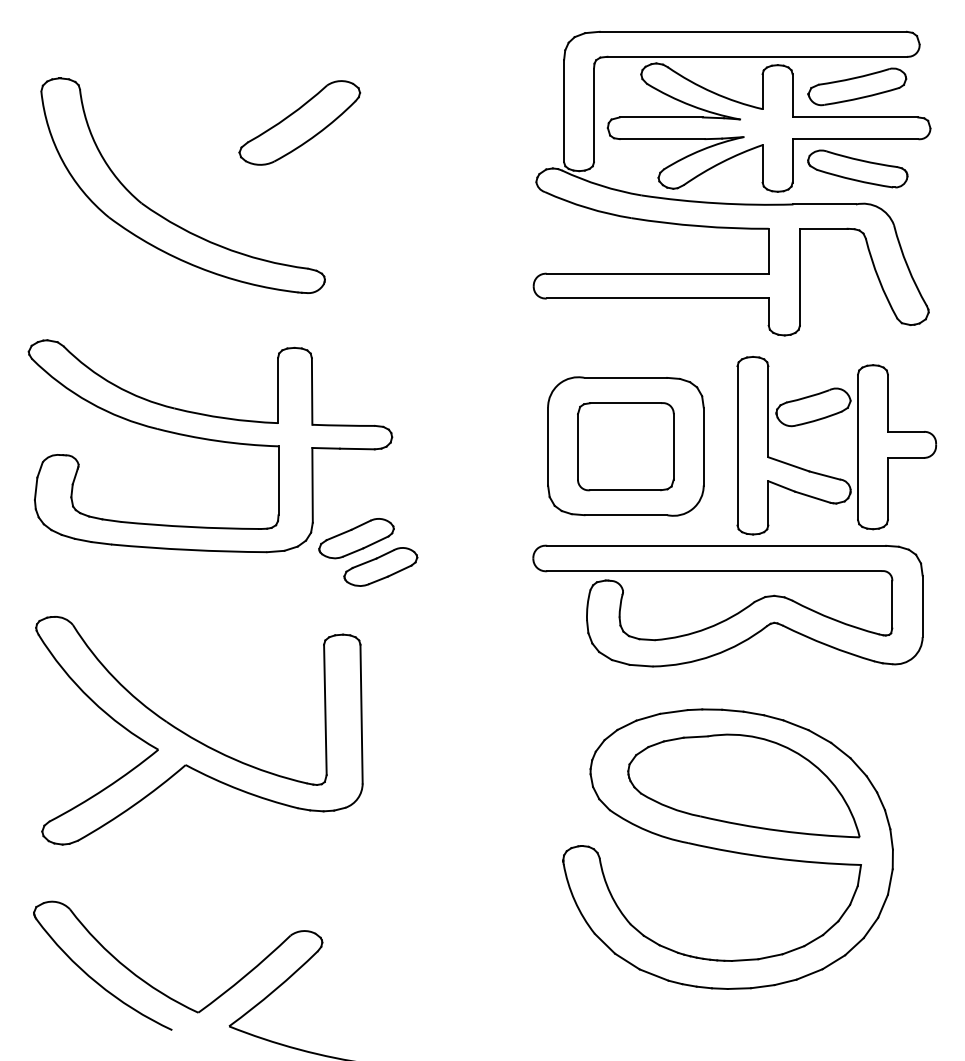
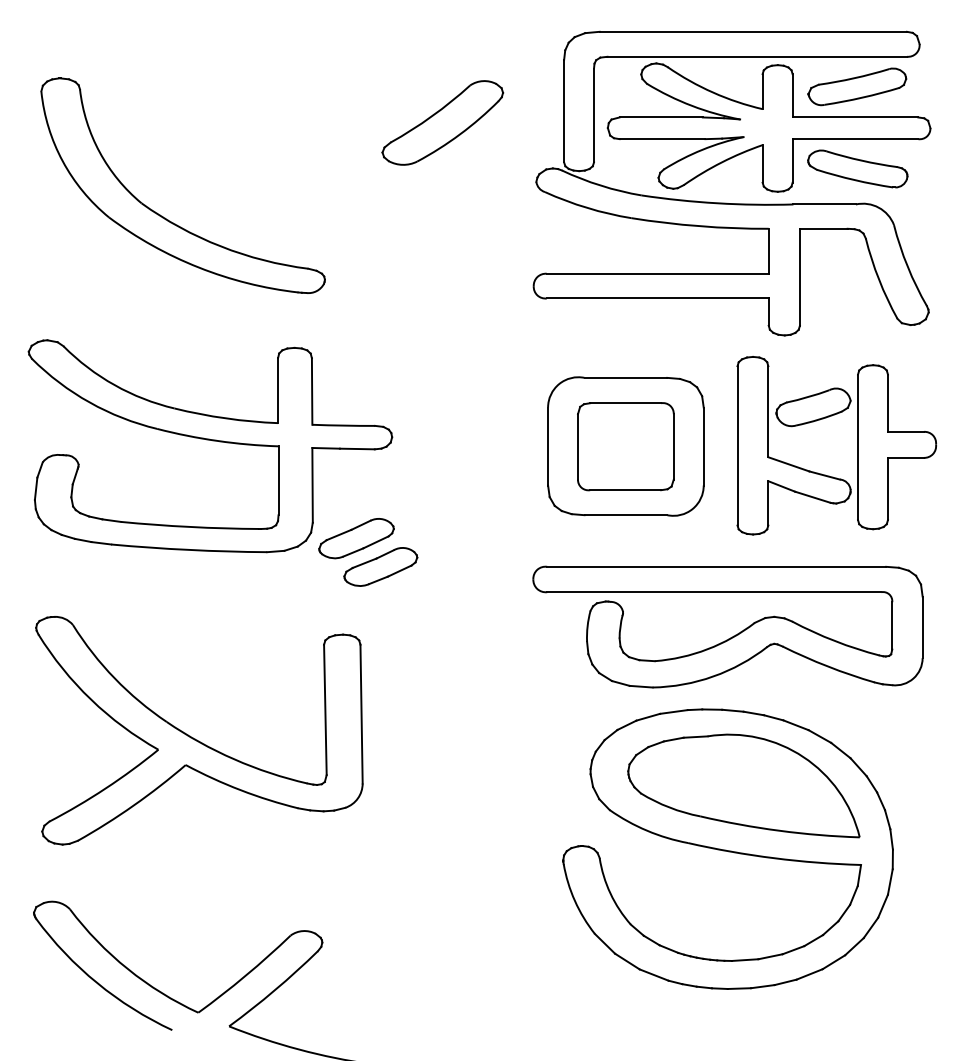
part at (299, 122) position: (299, 122) -> (442, 122)
part at (733, 614) position: (733, 614) -> (733, 635)
